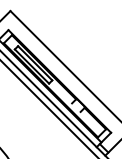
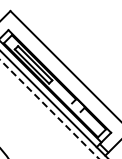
line at (49, 109): solid -> dashed
